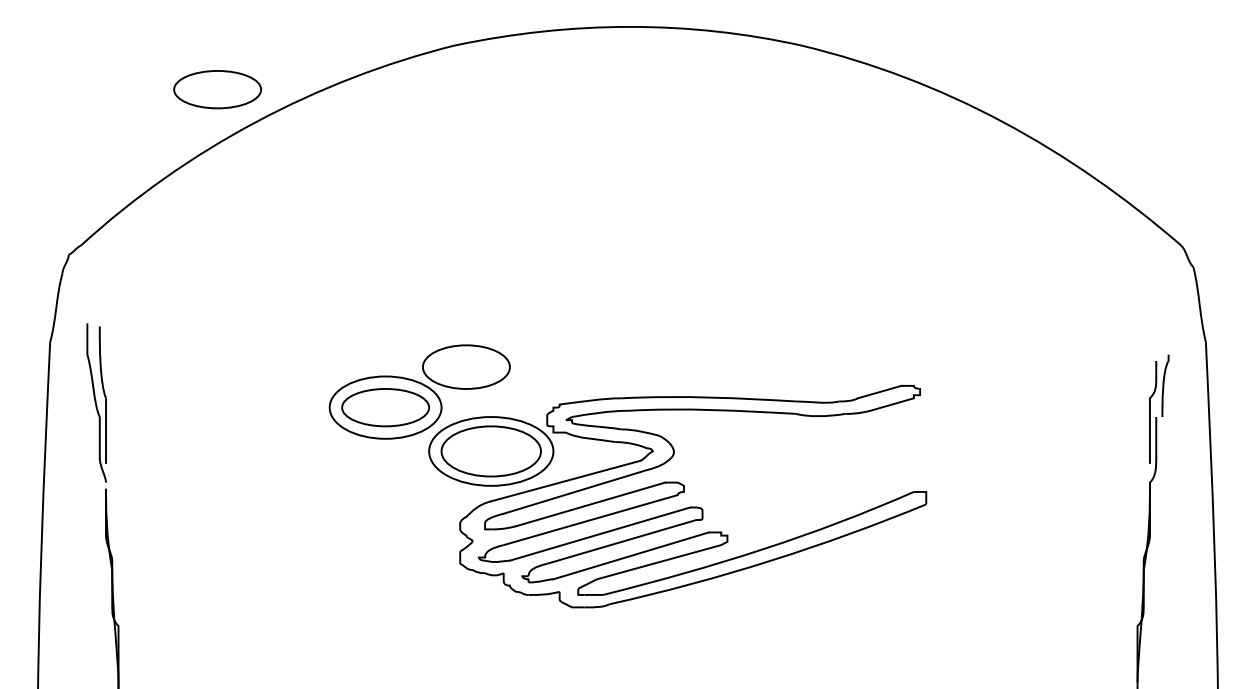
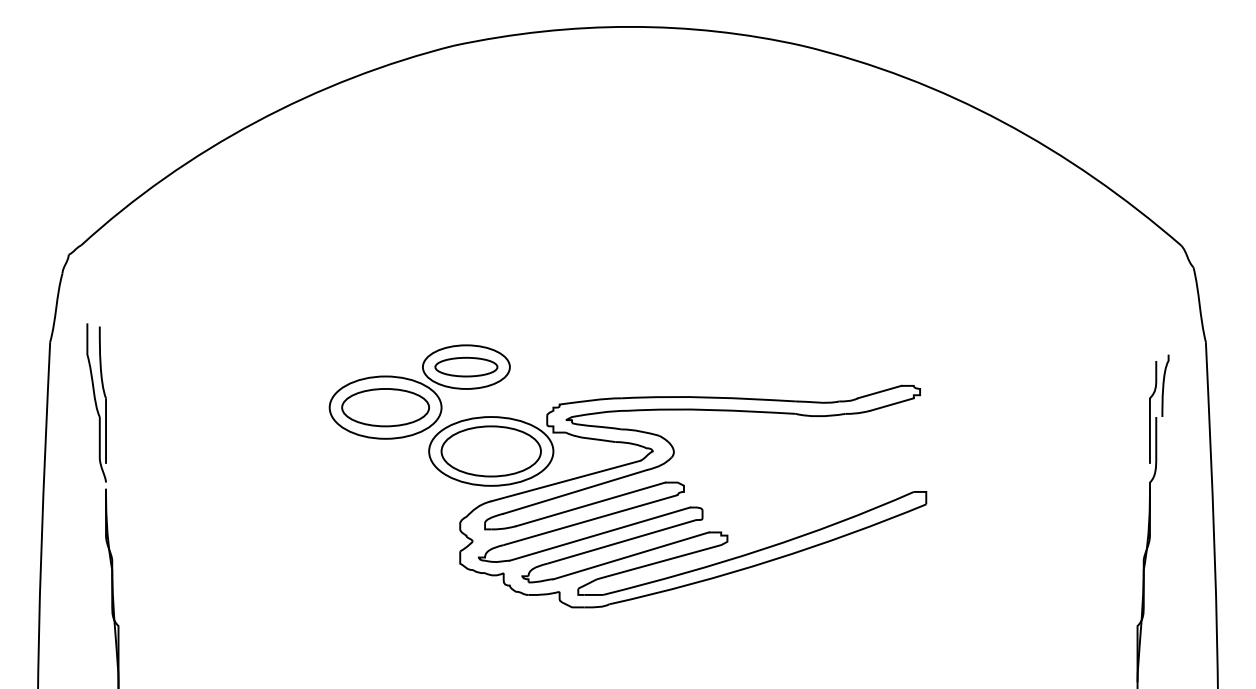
part at (217, 89): present -> none
part at (466, 366): none -> present
